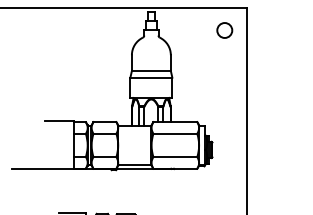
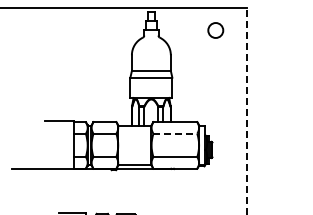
circle at (224, 30) position: (224, 30) -> (215, 30)
line at (247, 110): solid -> dashed
line at (175, 133): solid -> dashed
